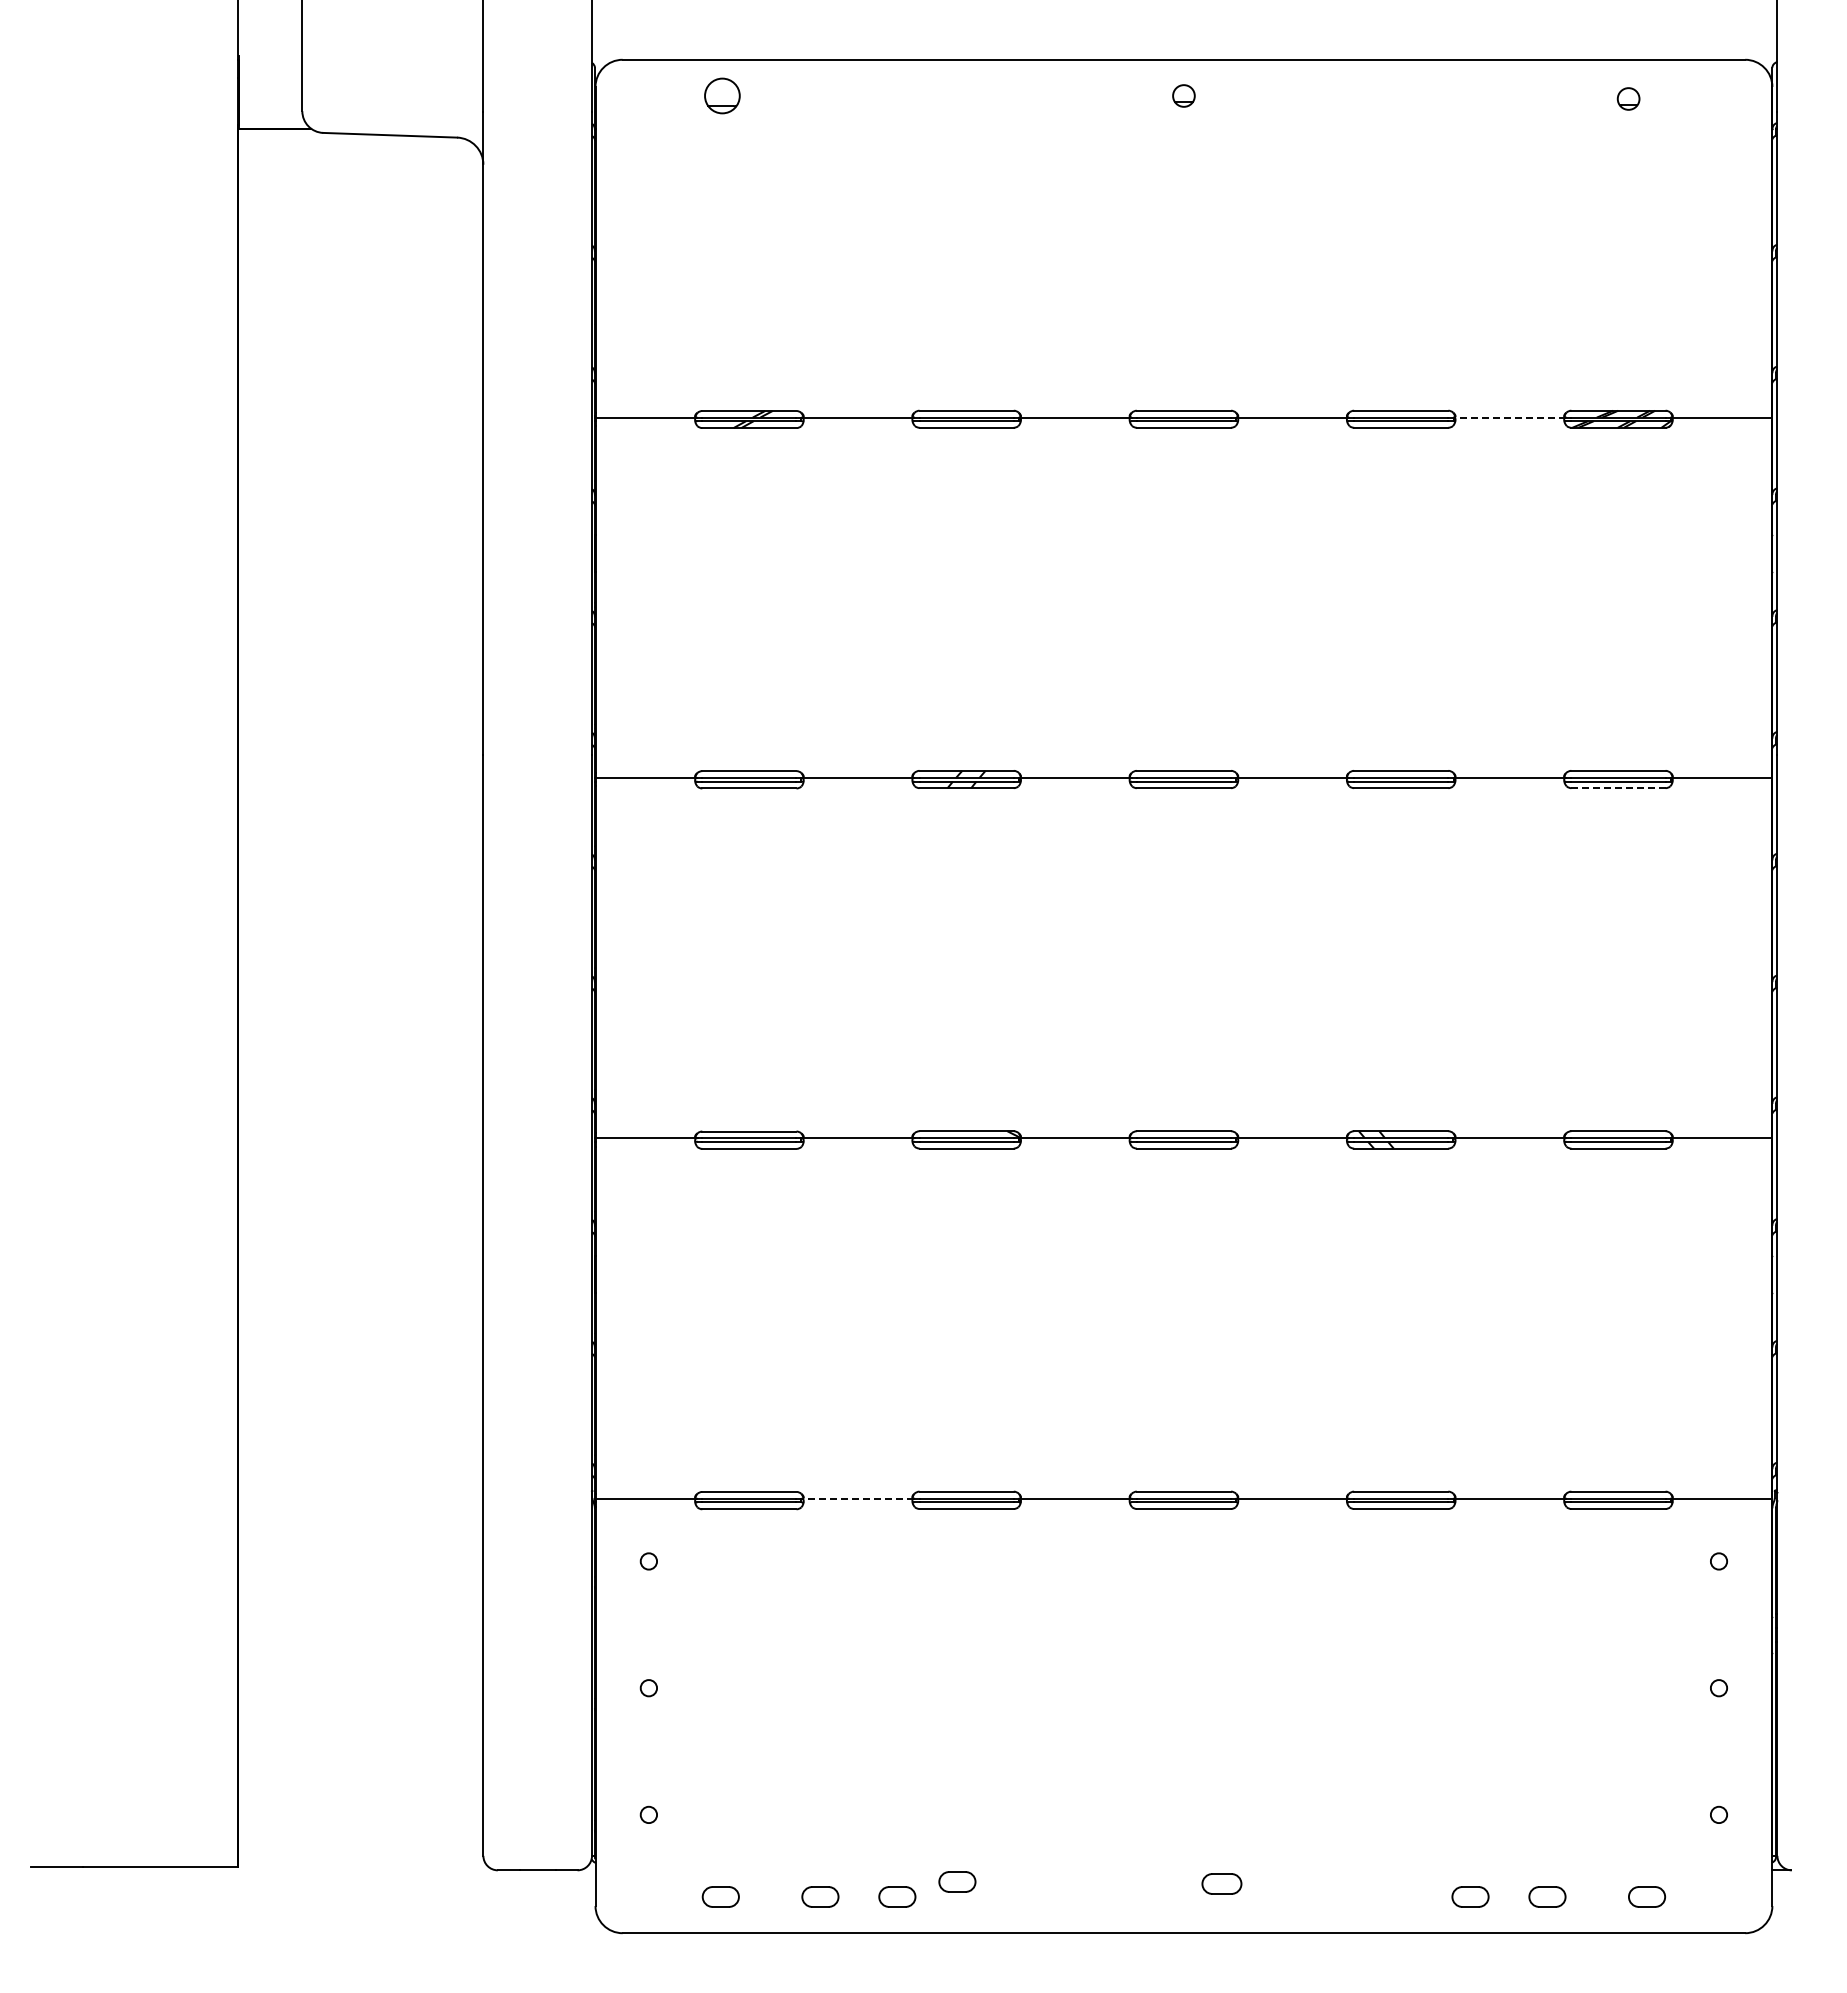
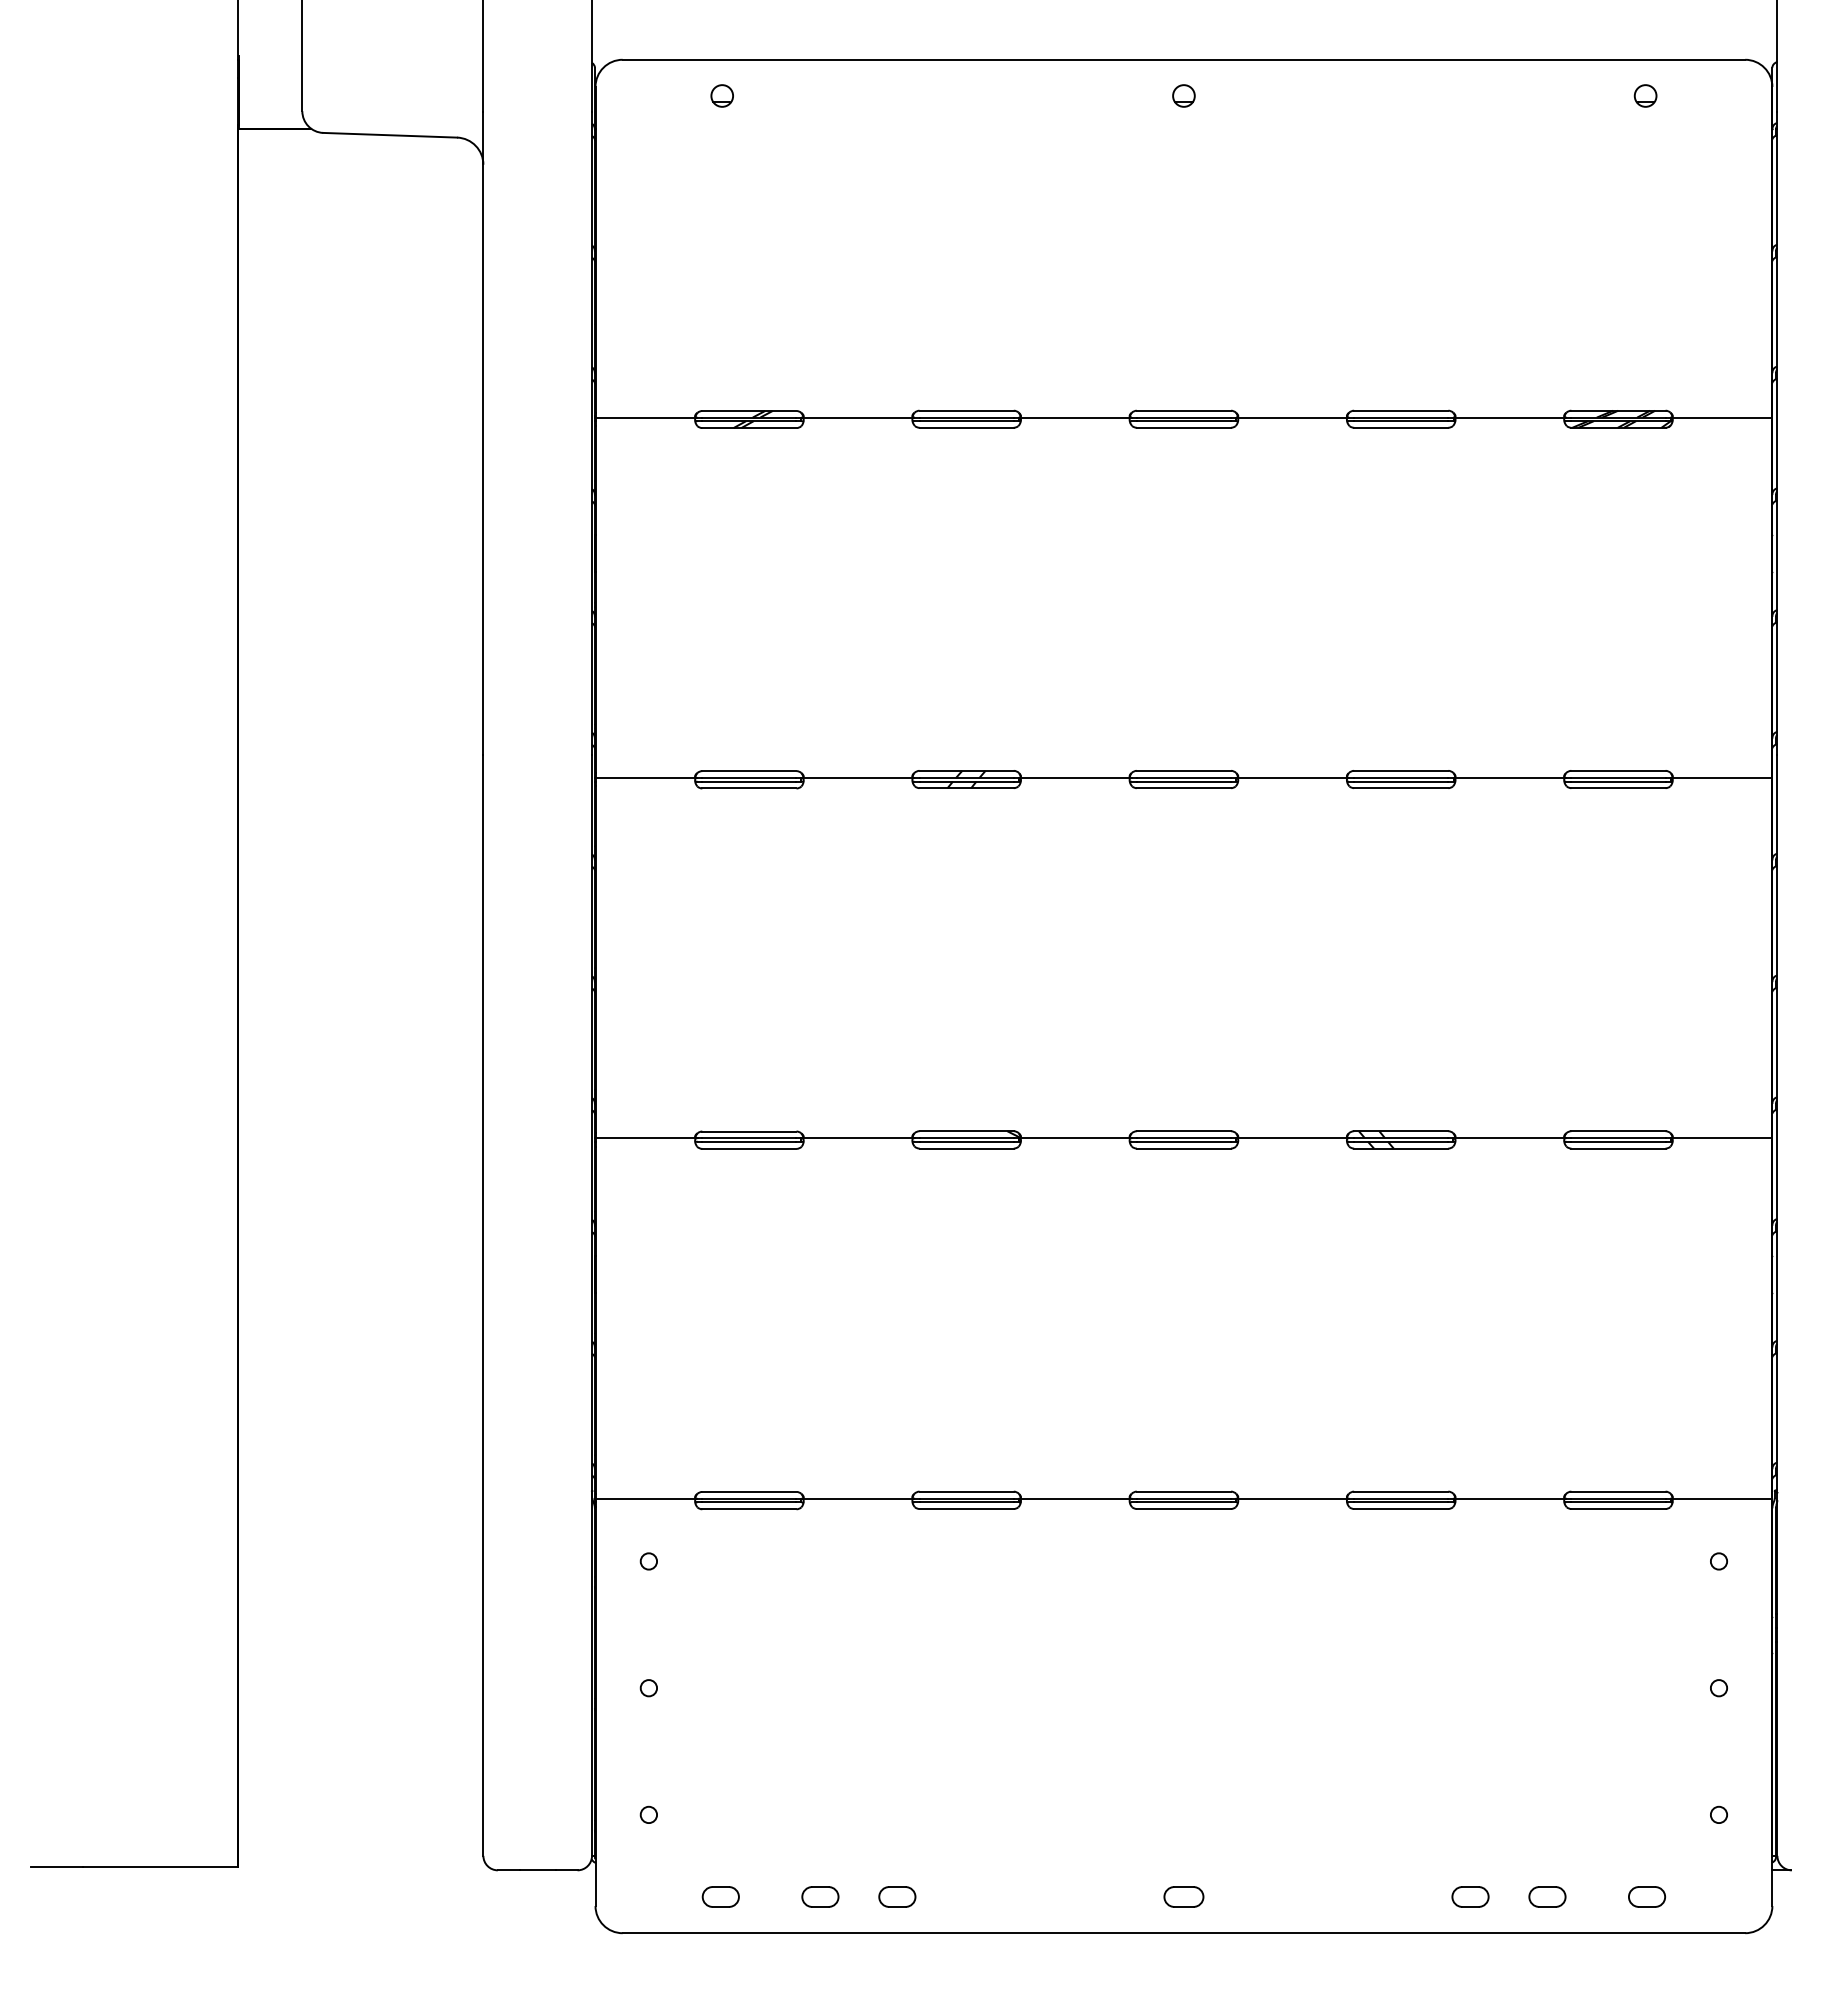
part at (722, 95) size: 37x38 px -> 24x24 px
part at (1628, 98) position: (1628, 98) -> (1645, 95)
line at (1509, 417): dashed -> solid
line at (1618, 788): dashed -> solid
line at (857, 1498): dashed -> solid
part at (957, 1881): present -> none
part at (1221, 1883) position: (1221, 1883) -> (1183, 1896)
